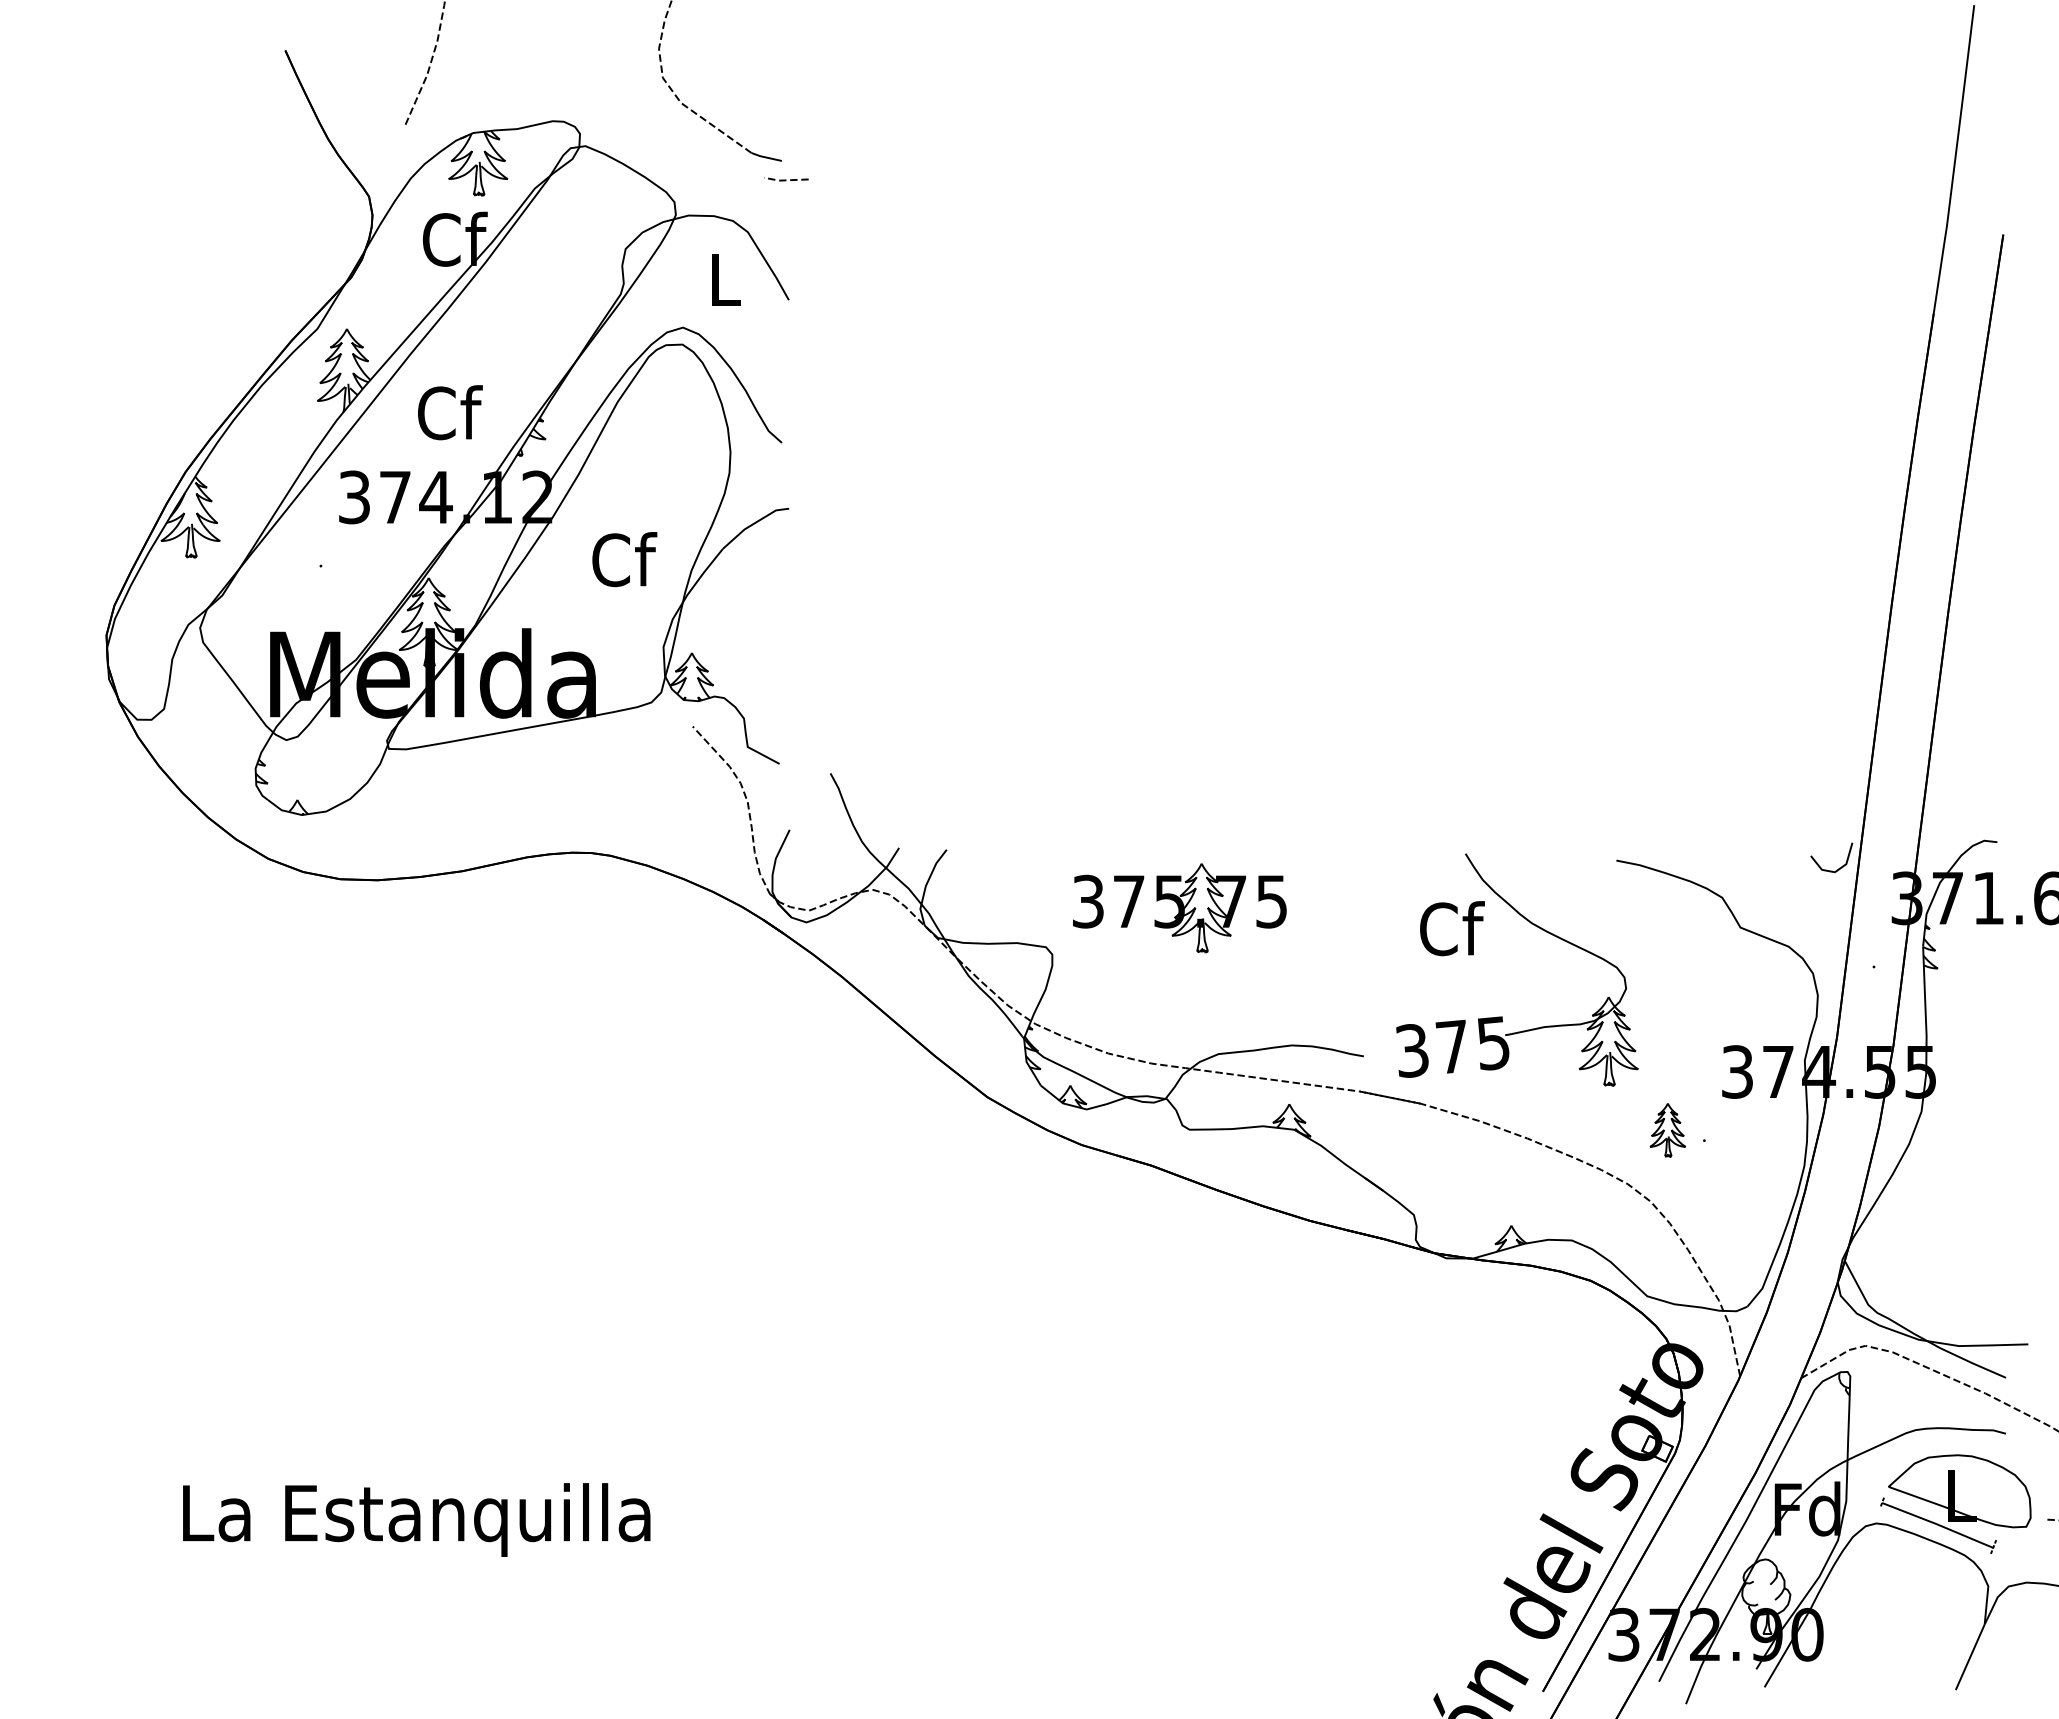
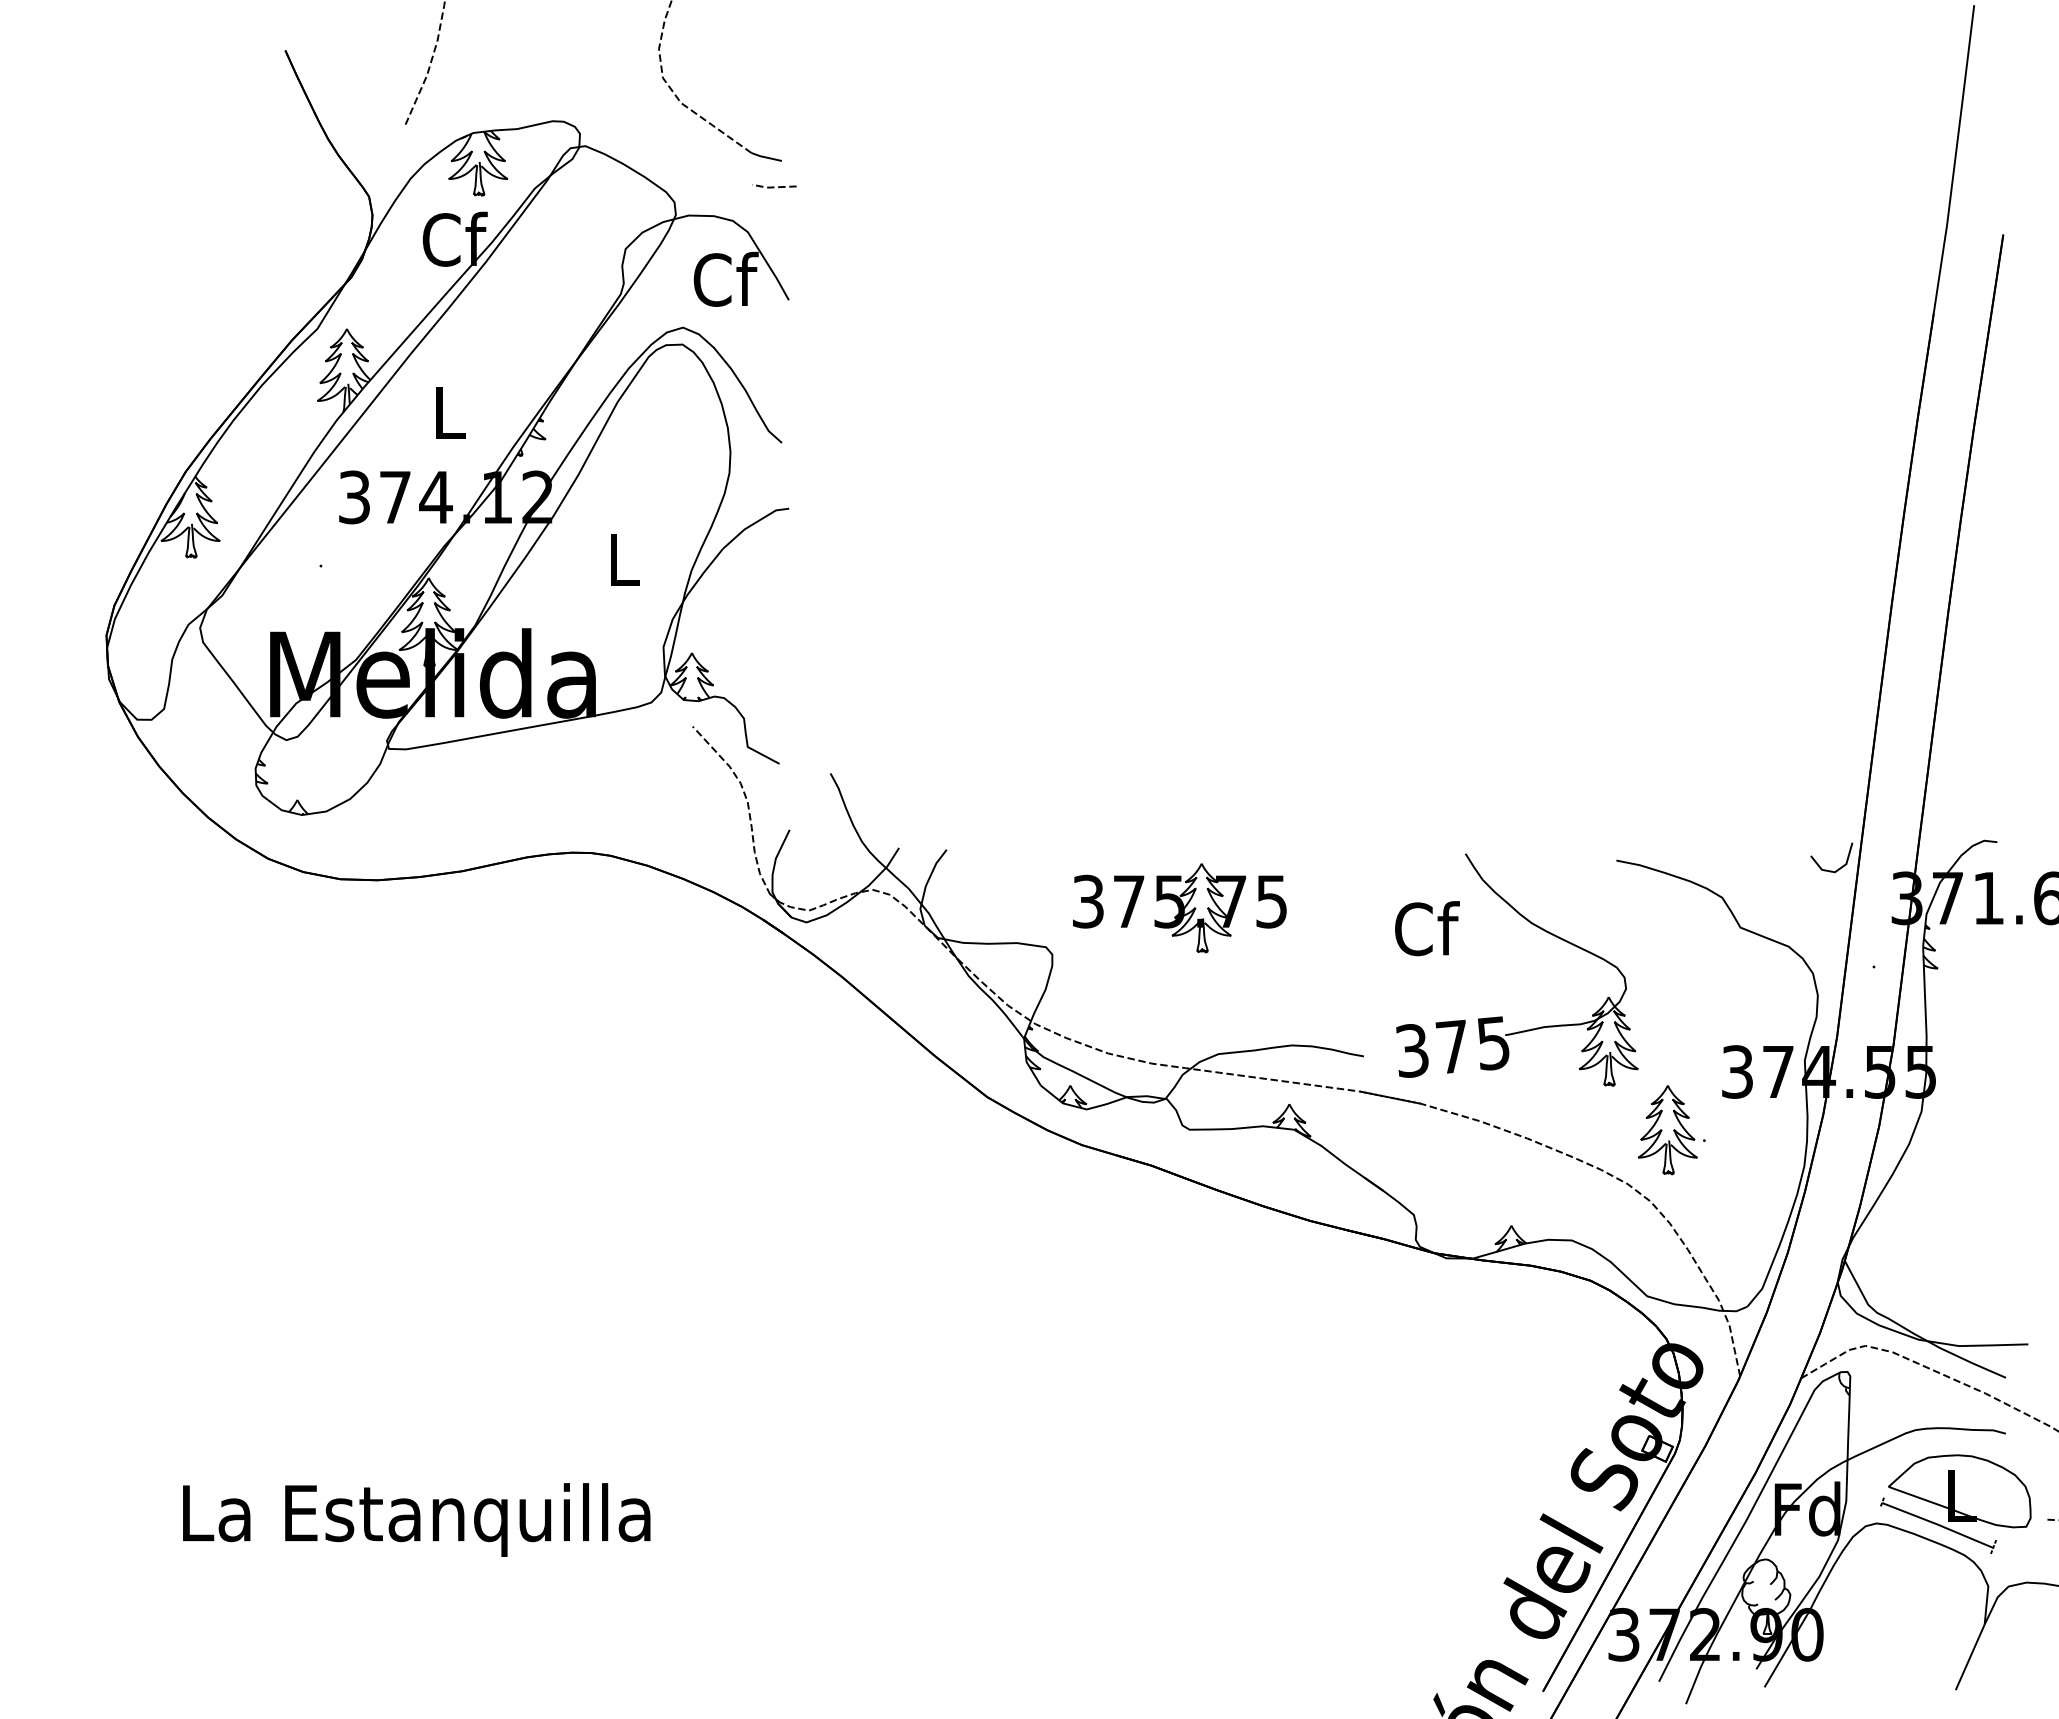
line at (786, 179) position: (786, 179) -> (774, 186)
text at (725, 278): L -> Cf
text at (450, 412): Cf -> L
text at (624, 559): Cf -> L
text at (1452, 928) position: (1452, 928) -> (1427, 928)
part at (1667, 1130) size: 37x55 px -> 60x91 px
